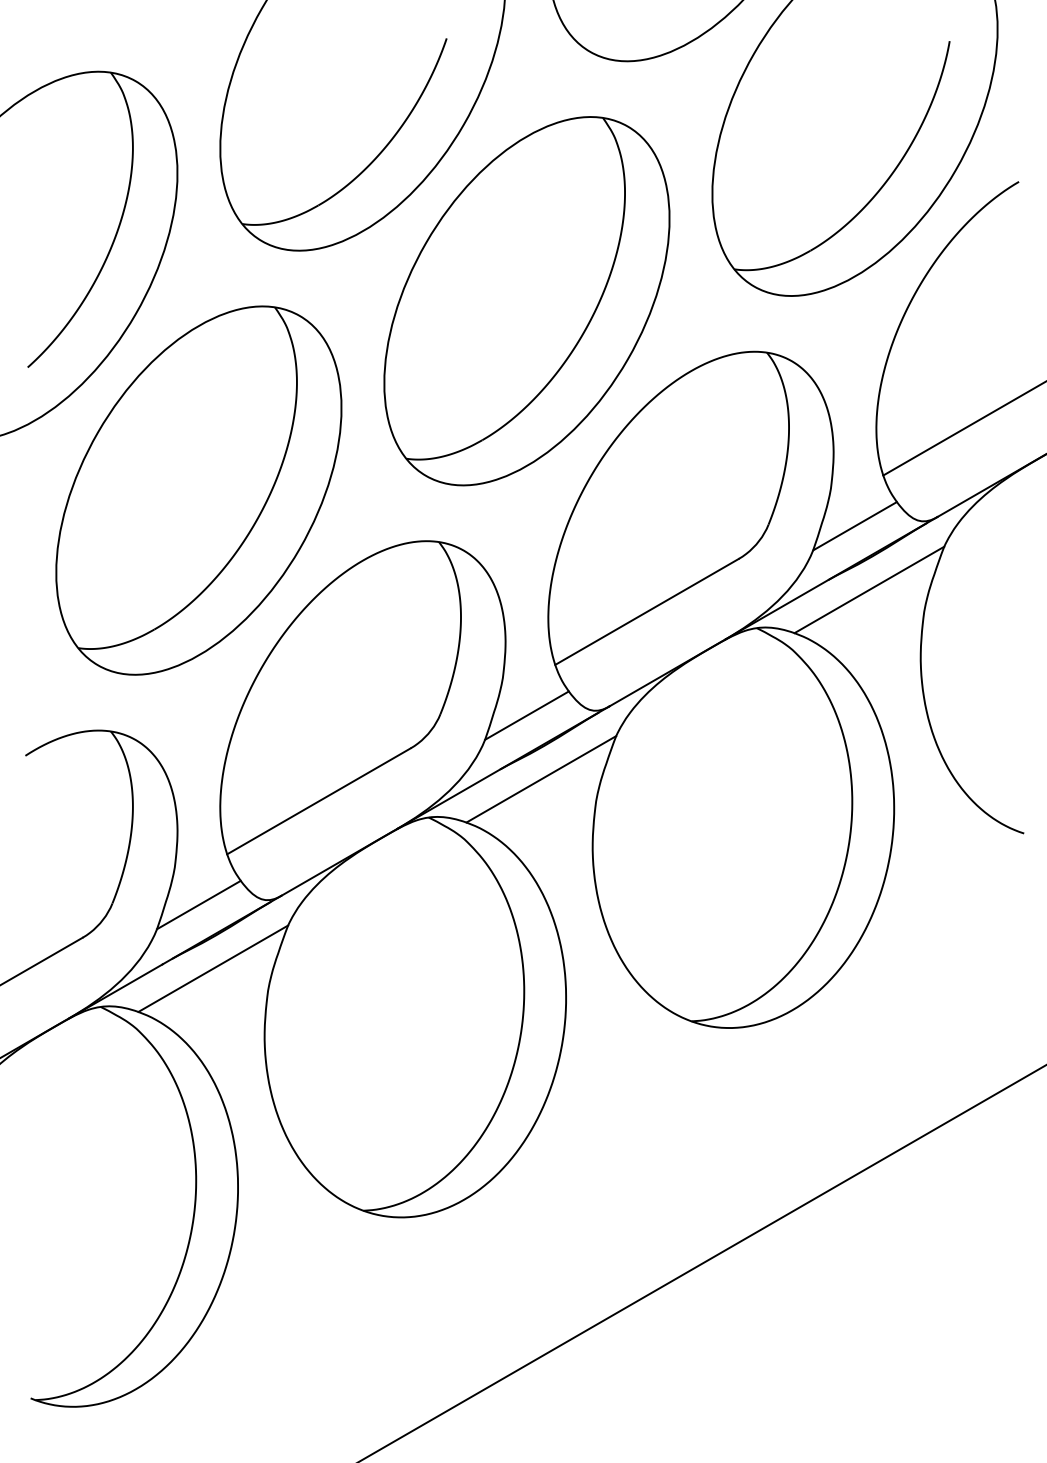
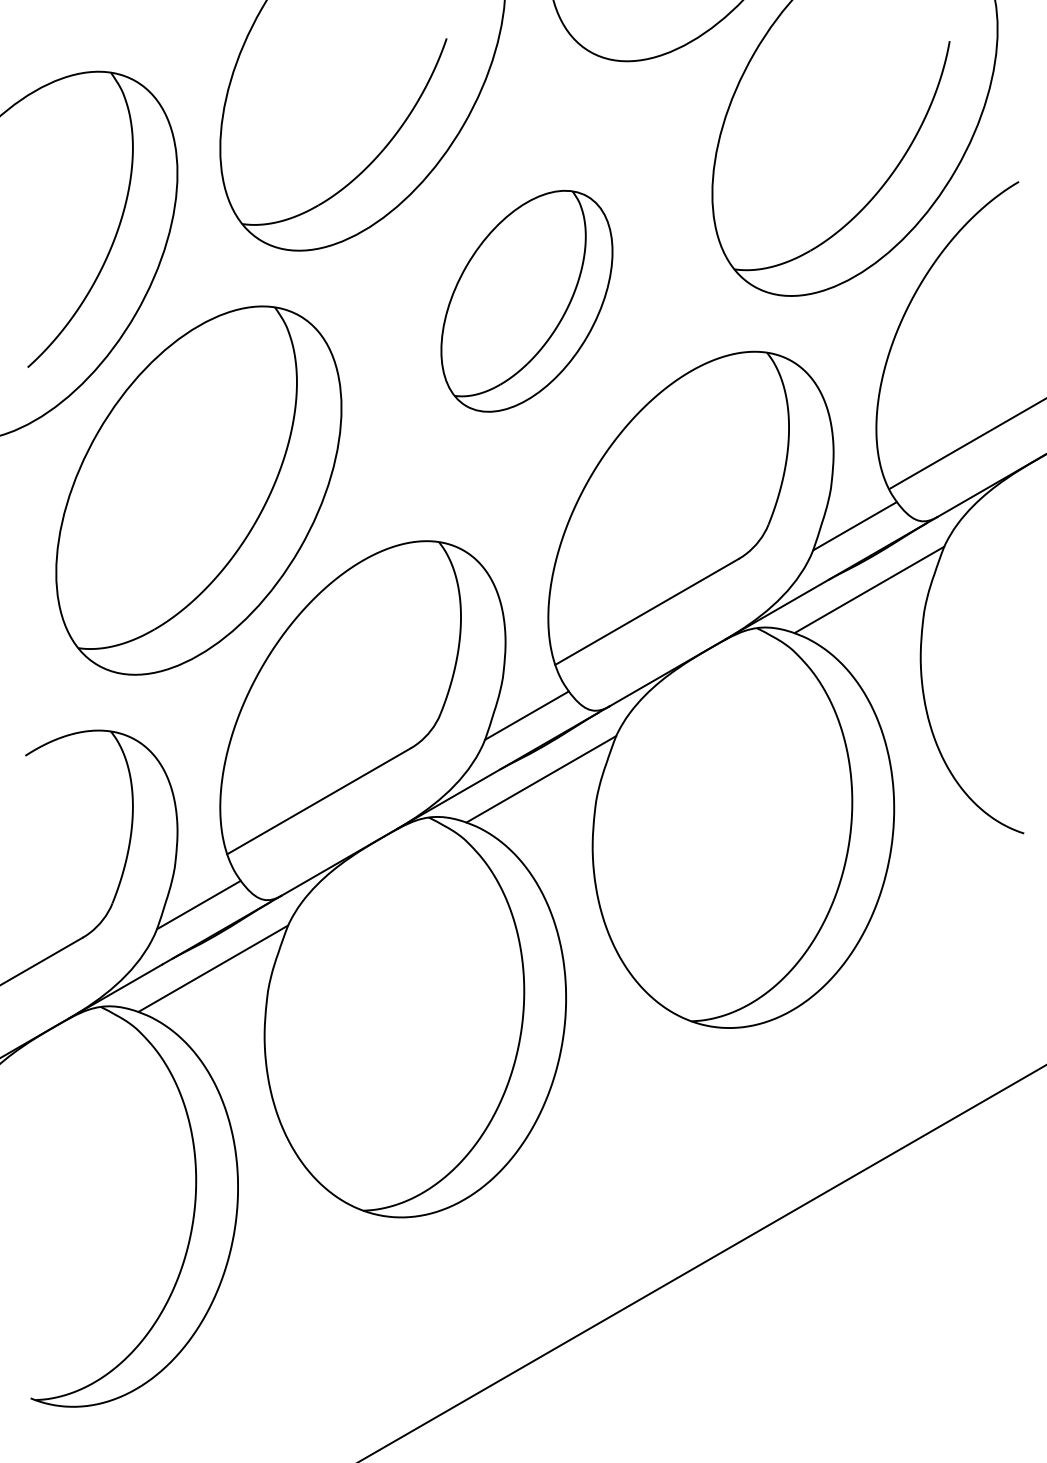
part at (526, 301) size: 288x371 px -> 174x224 px
line at (963, 429) position: (963, 429) -> (966, 444)
